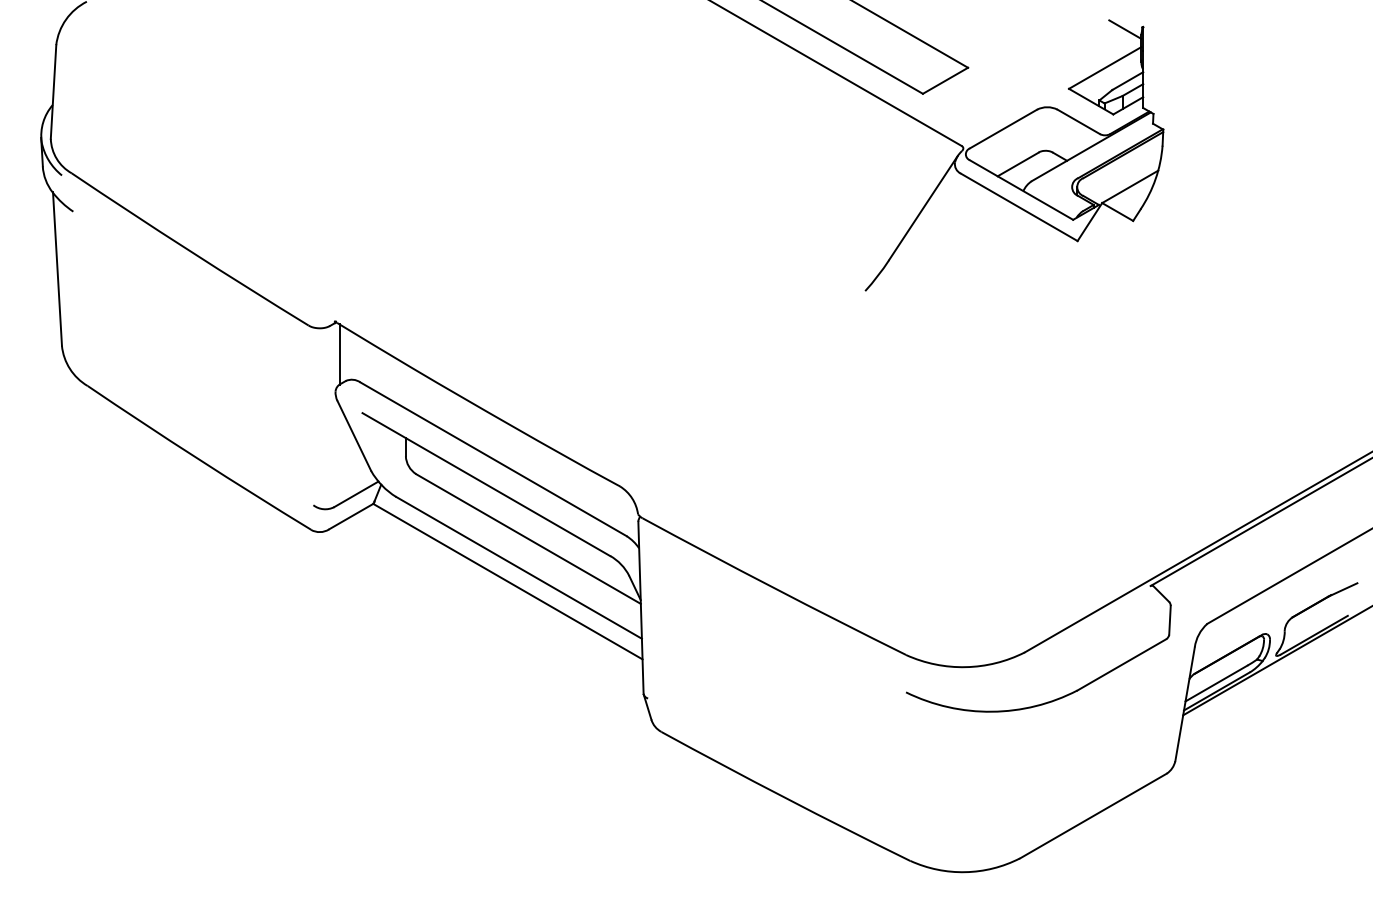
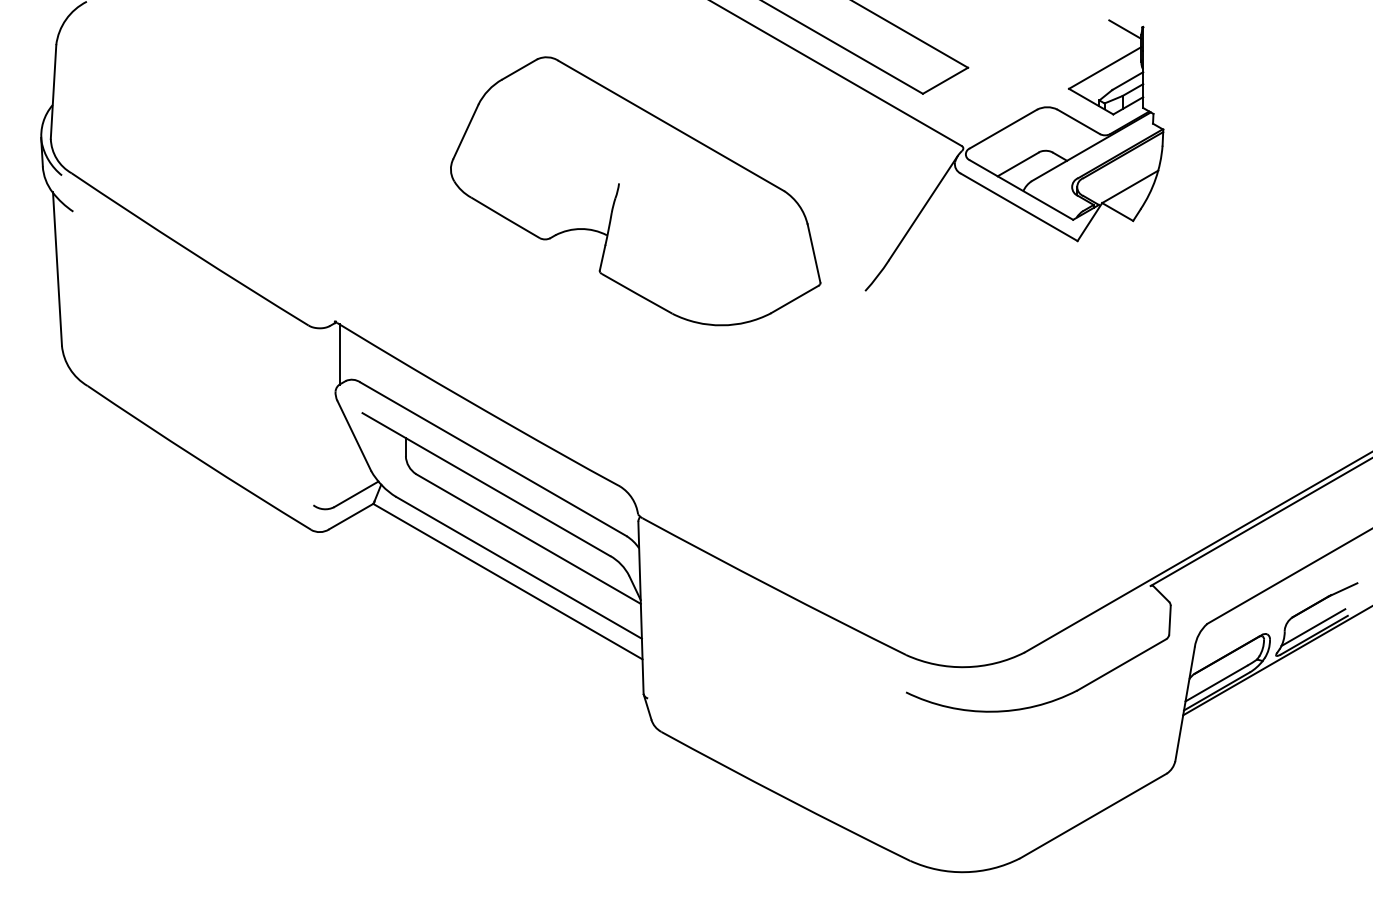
part at (635, 191): none -> present
line at (1313, 627): none -> present
